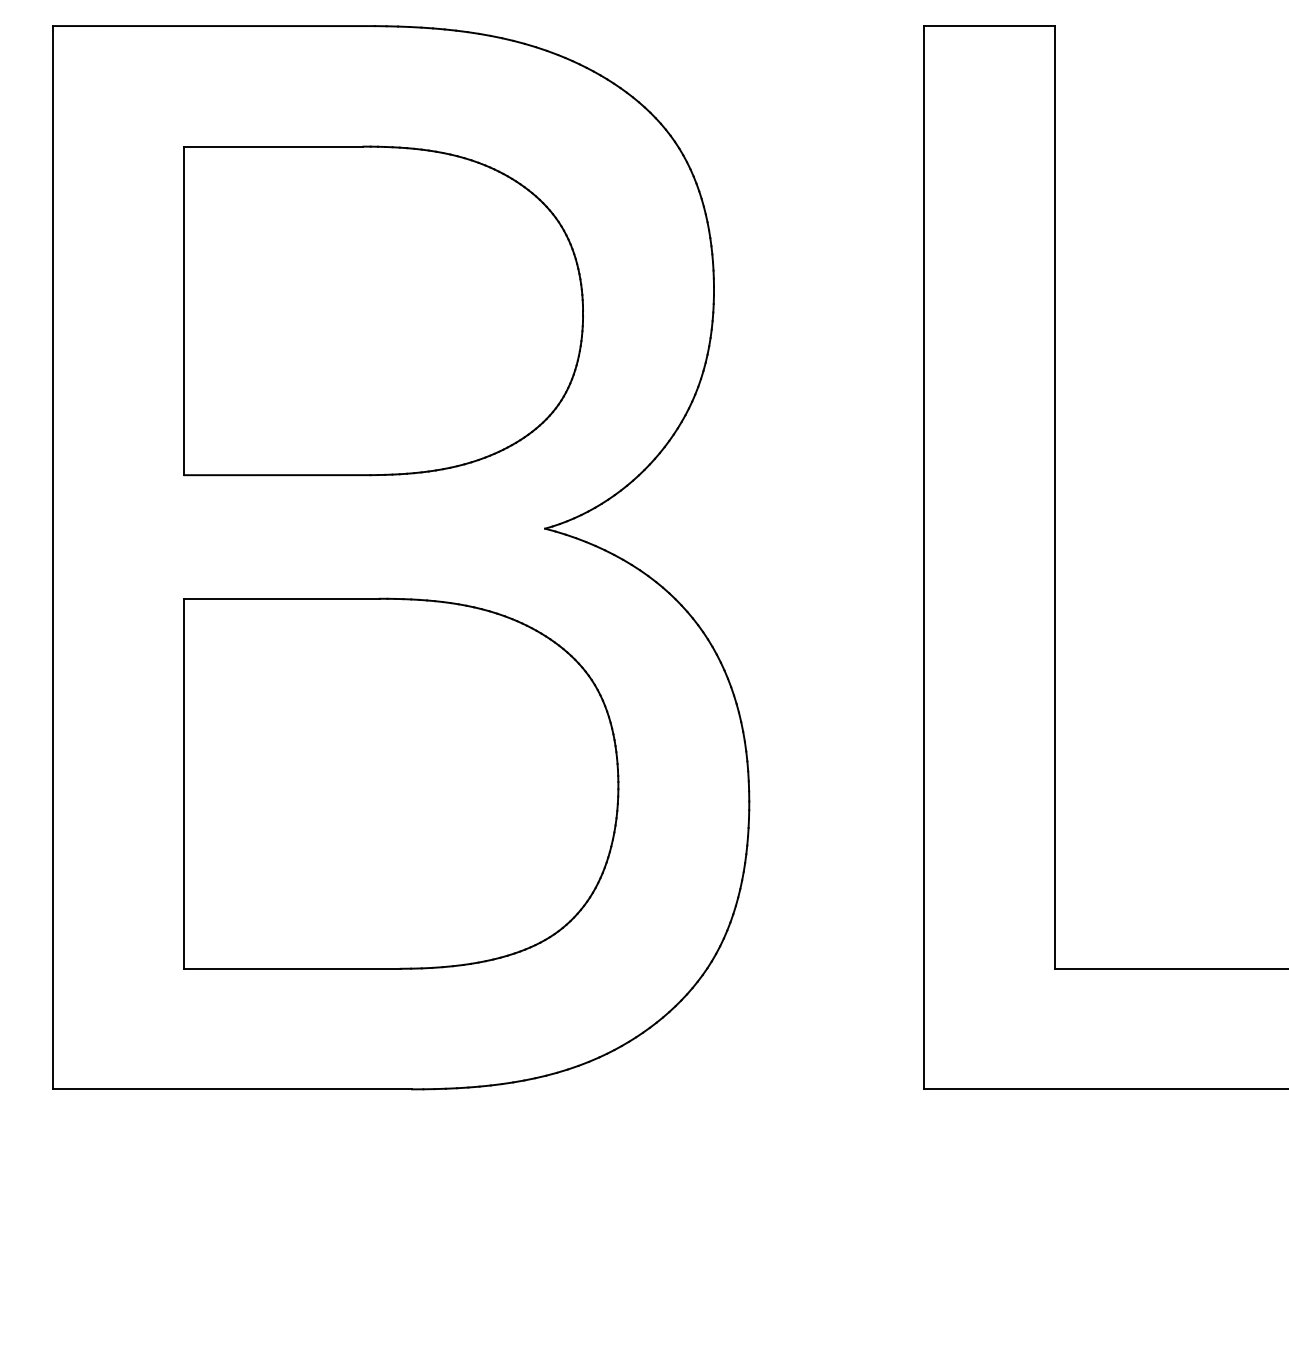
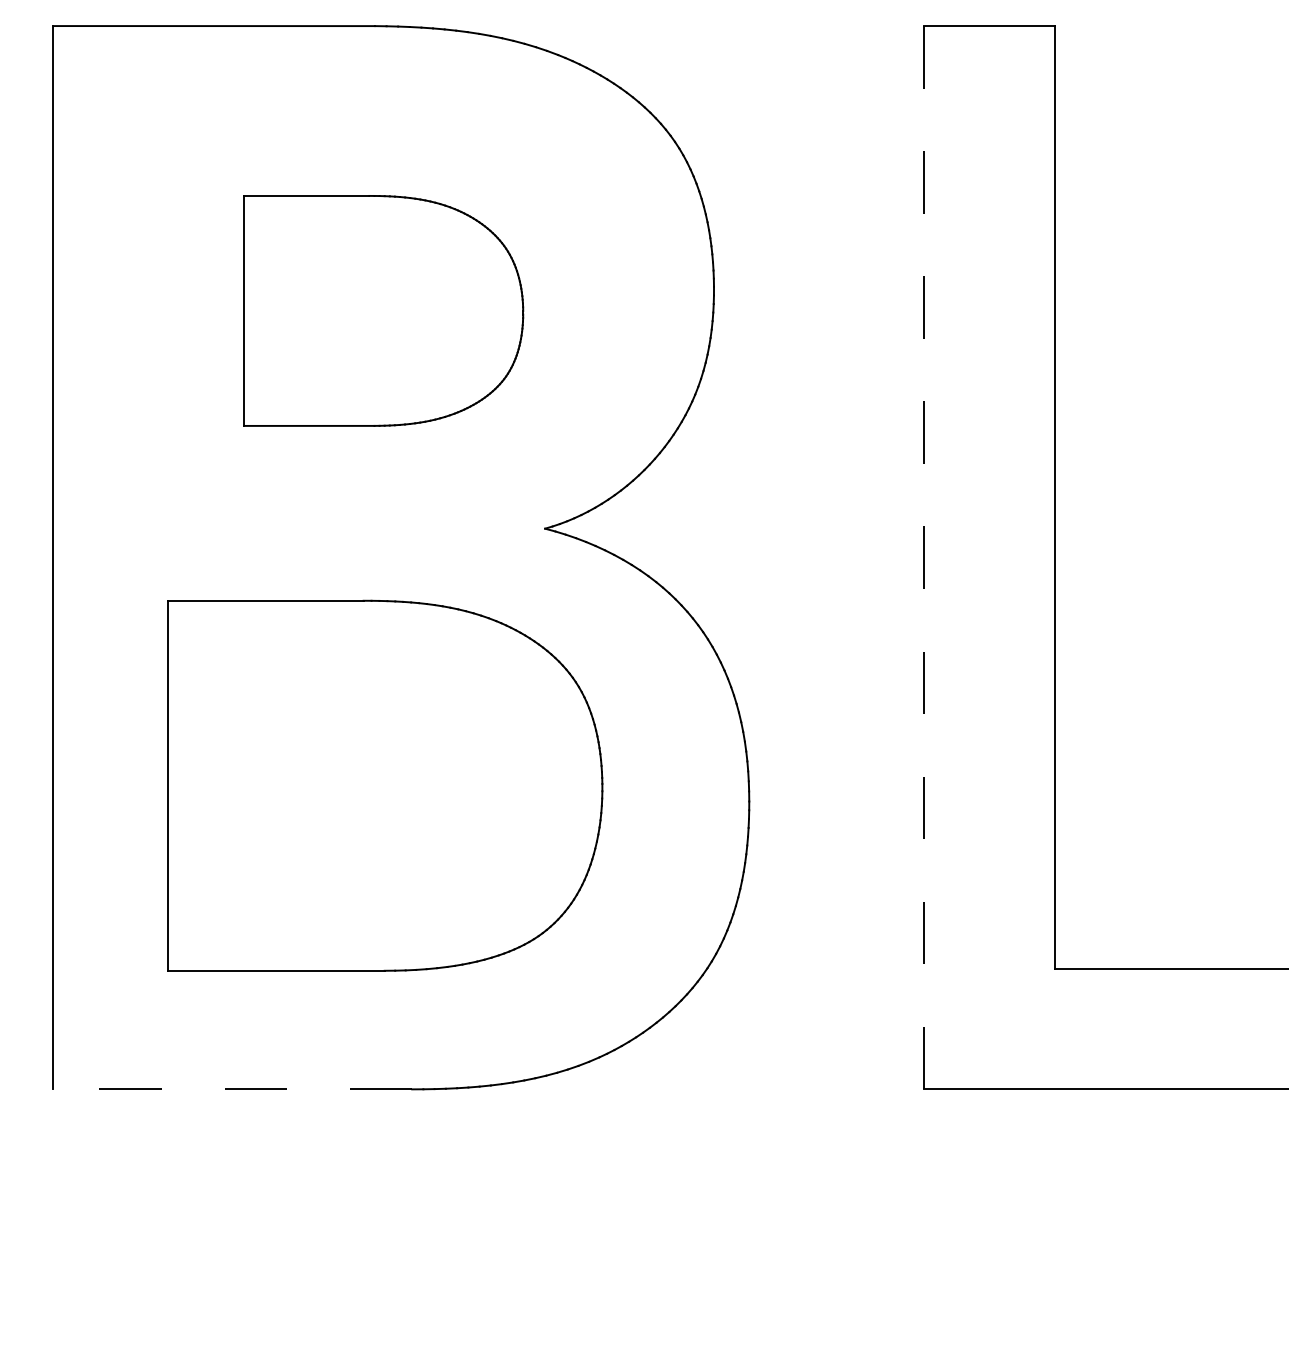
part at (383, 310) size: 401x332 px -> 282x232 px
line at (924, 557): solid -> dashed
part at (401, 783) position: (401, 783) -> (385, 785)
line at (232, 1089): solid -> dashed
